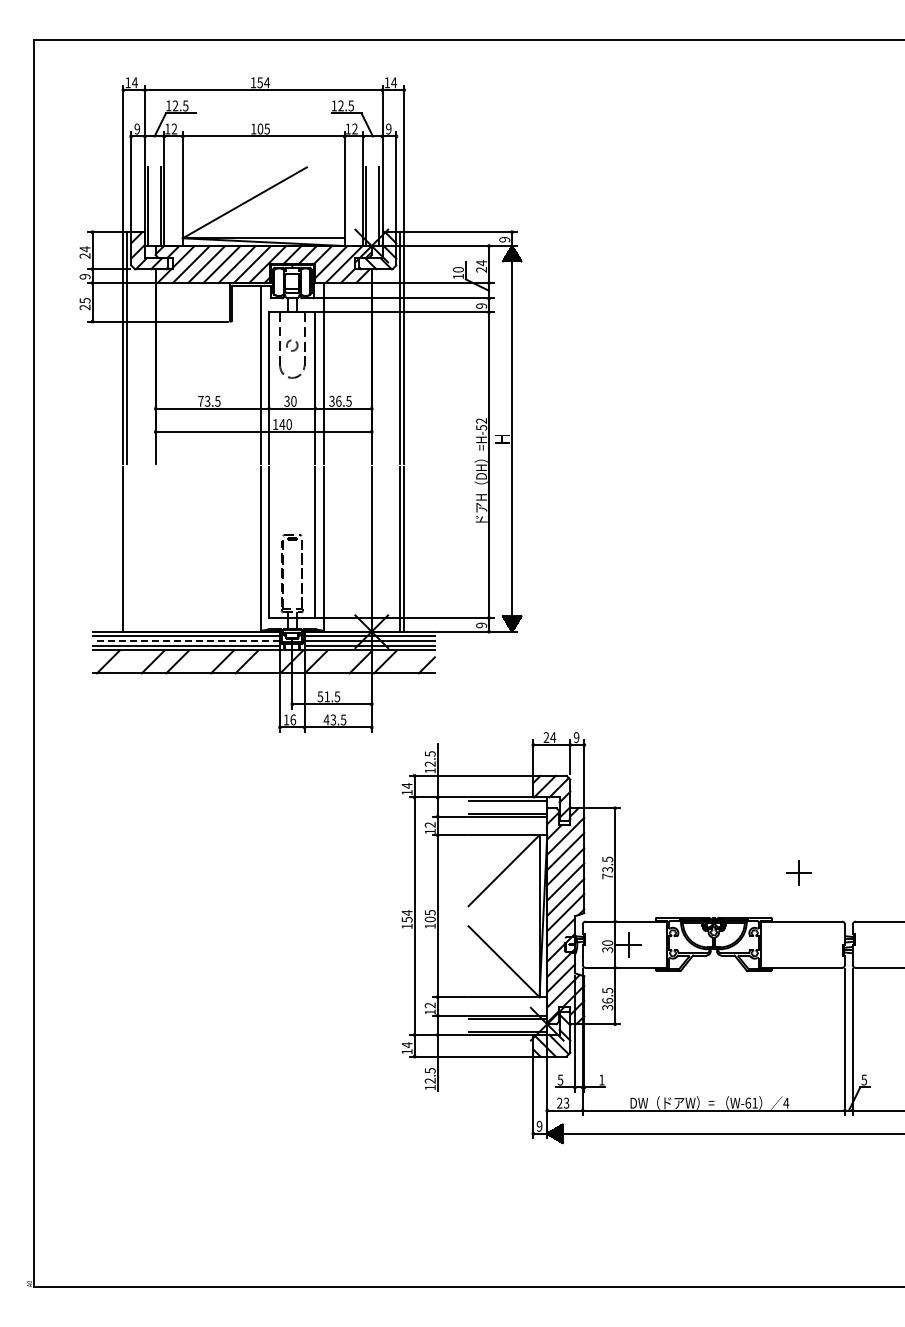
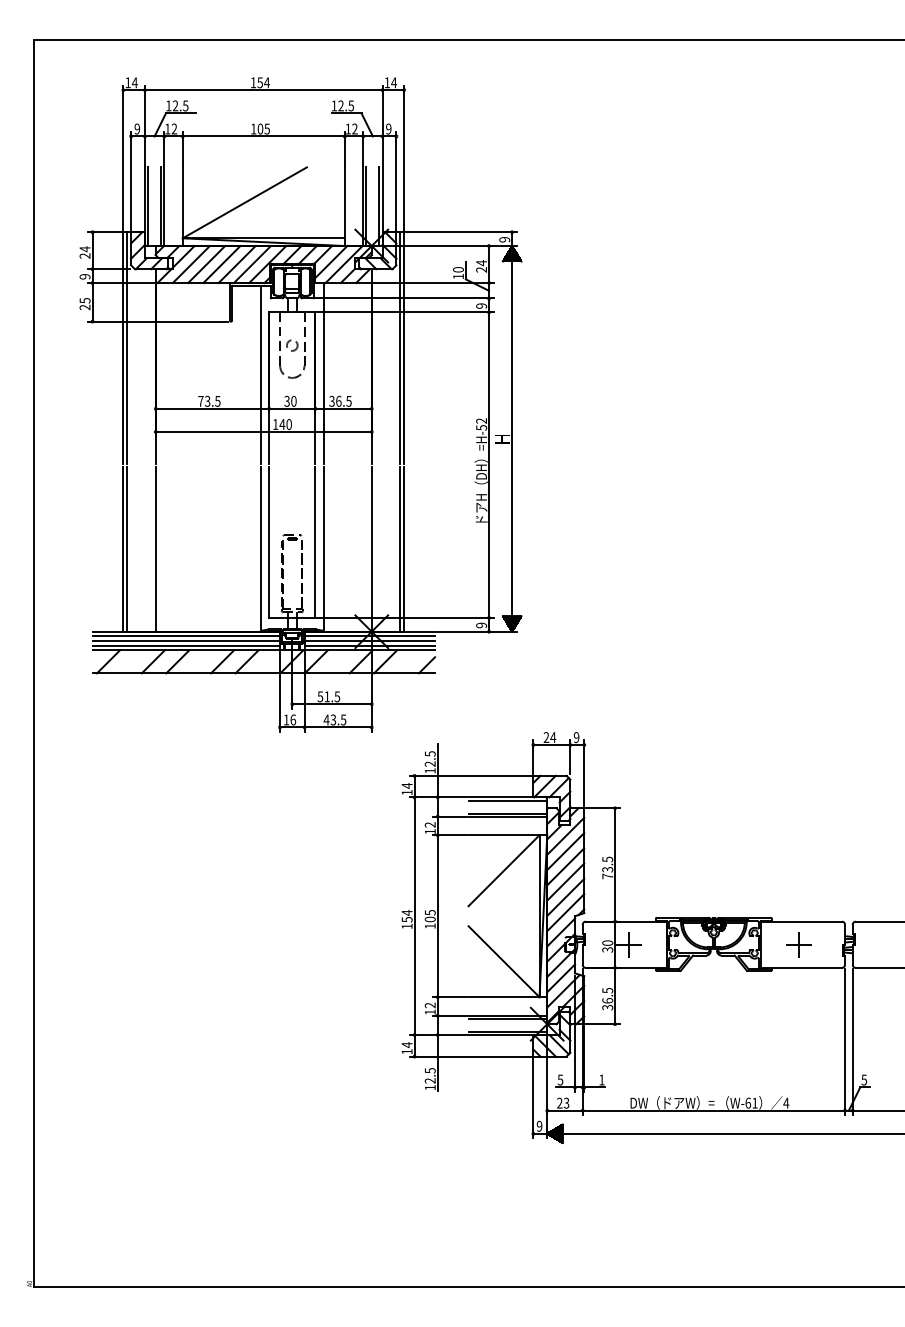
line at (127, 548): none -> present
line at (155, 548): none -> present
line at (186, 641): dashed -> solid
part at (798, 872) position: (798, 872) -> (798, 944)
